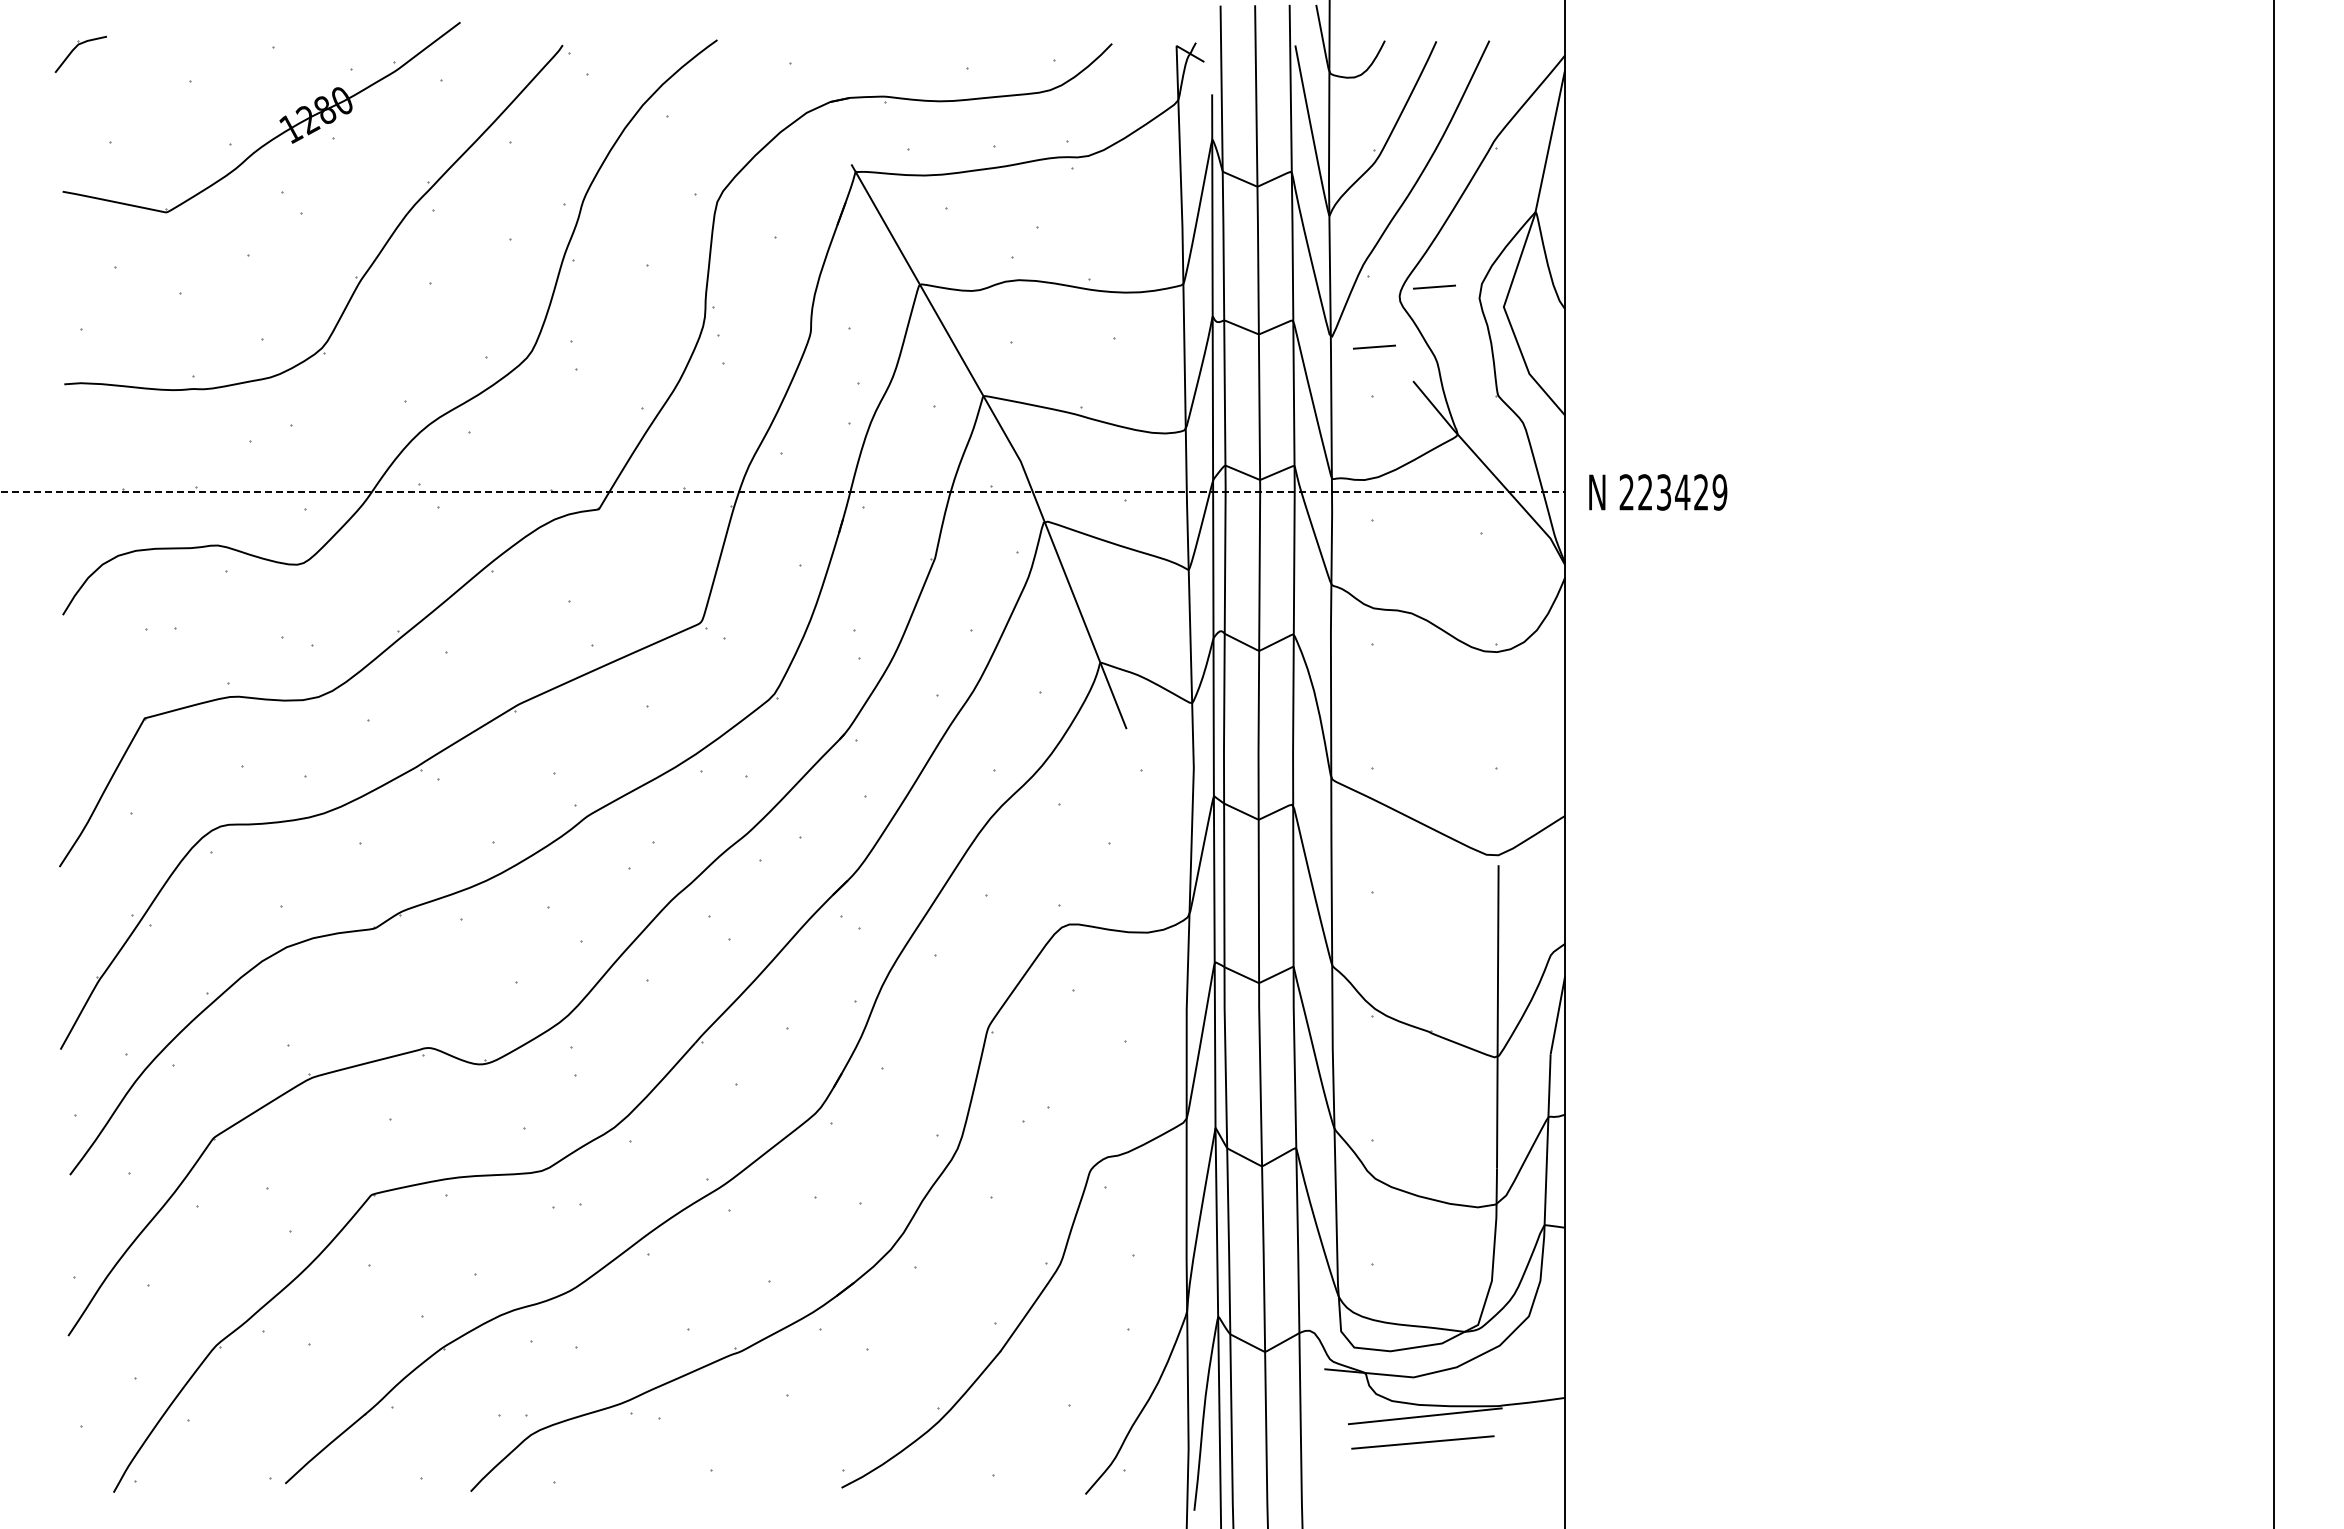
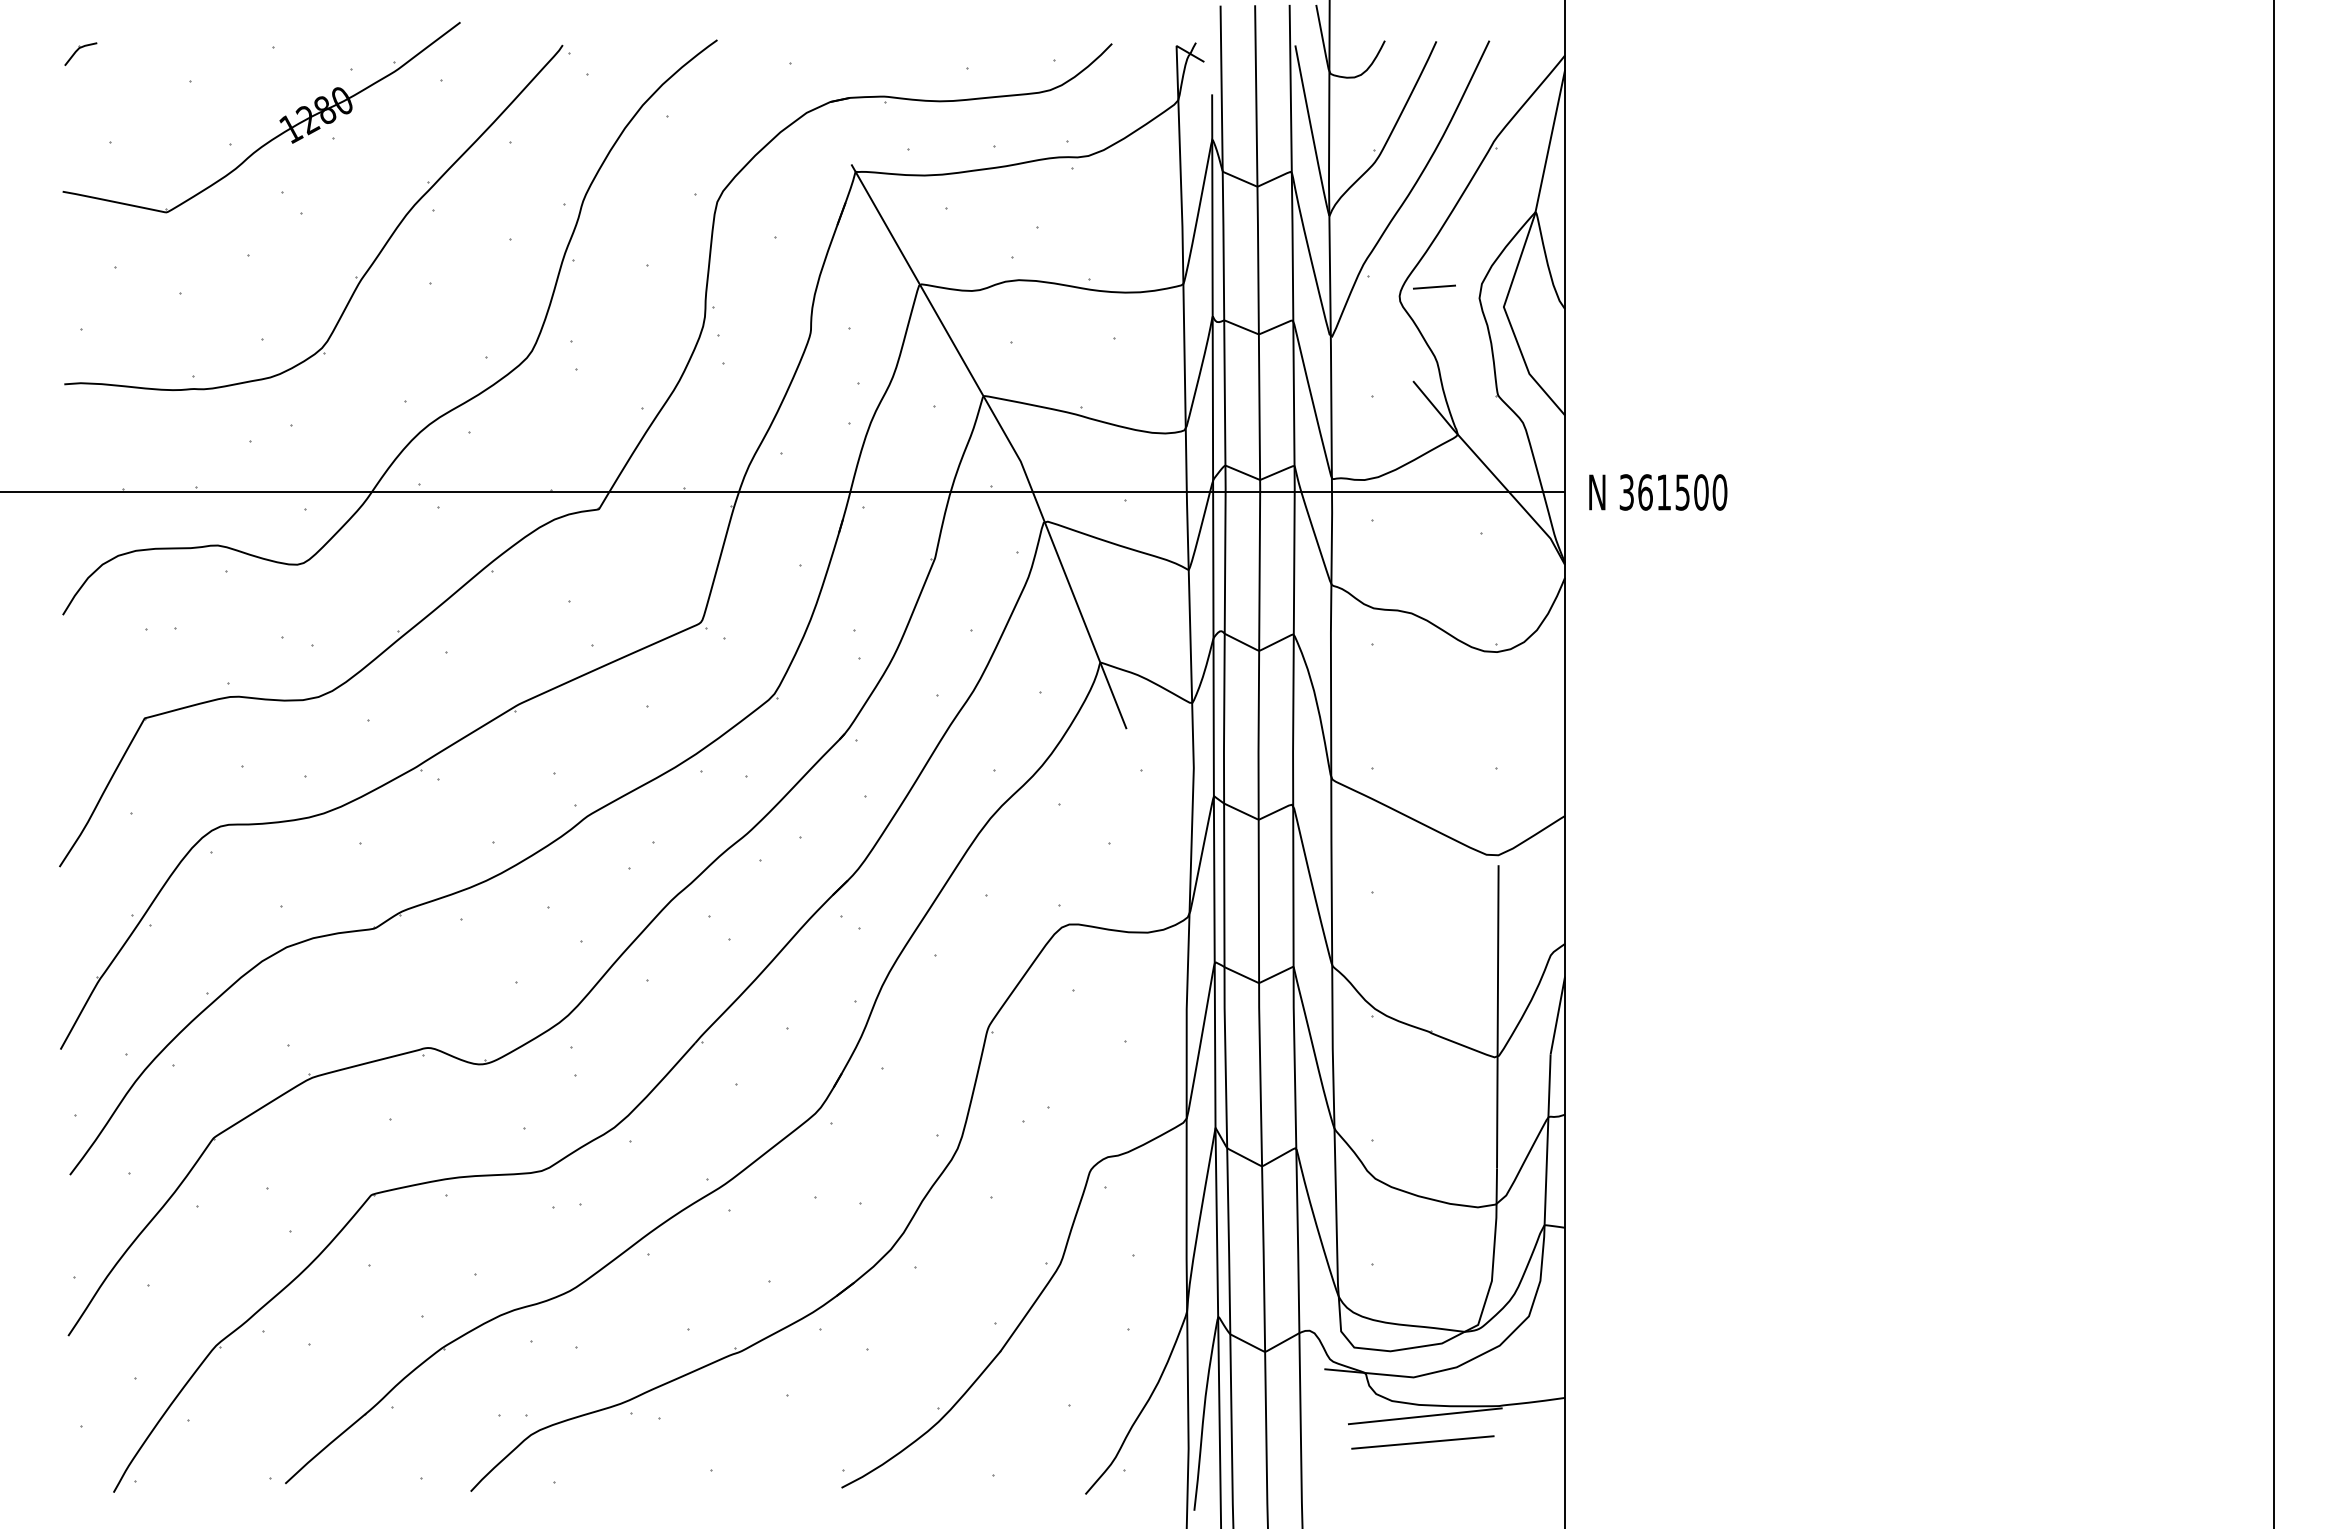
part at (80, 53) size: 53x38 px -> 34x24 px
line at (1374, 346): present -> none
line at (782, 492): dashed -> solid
text at (1673, 492): 223429 -> 361500
